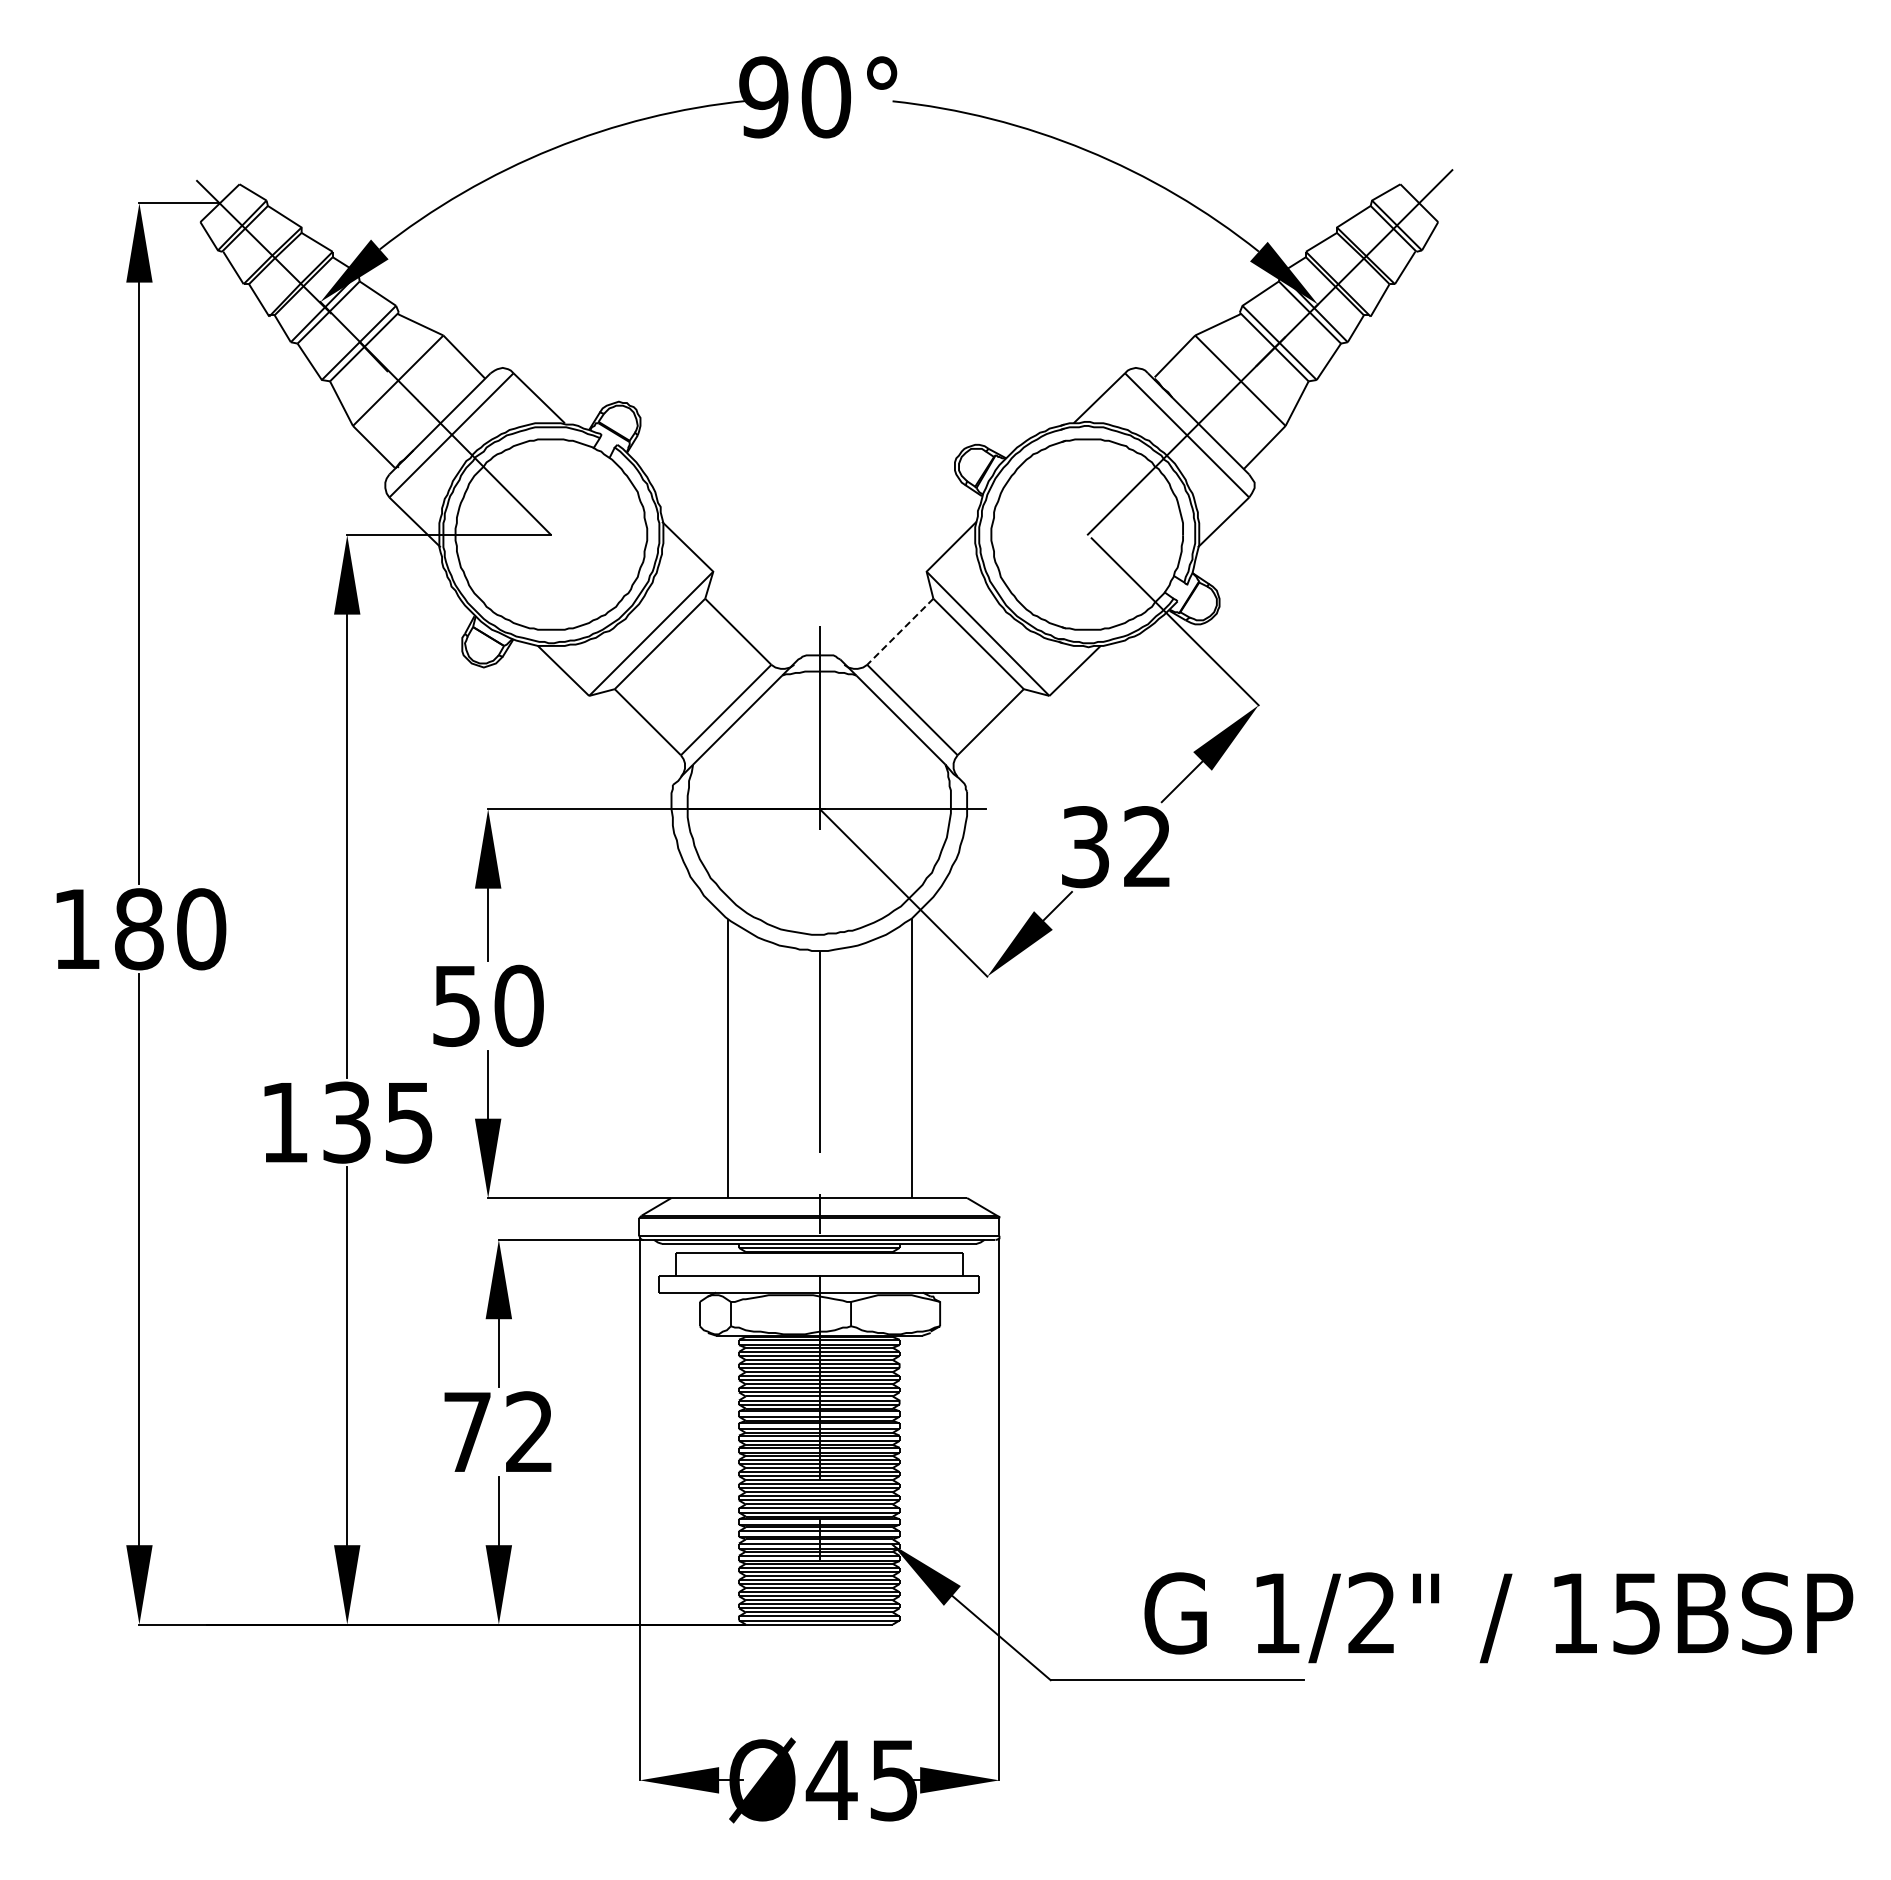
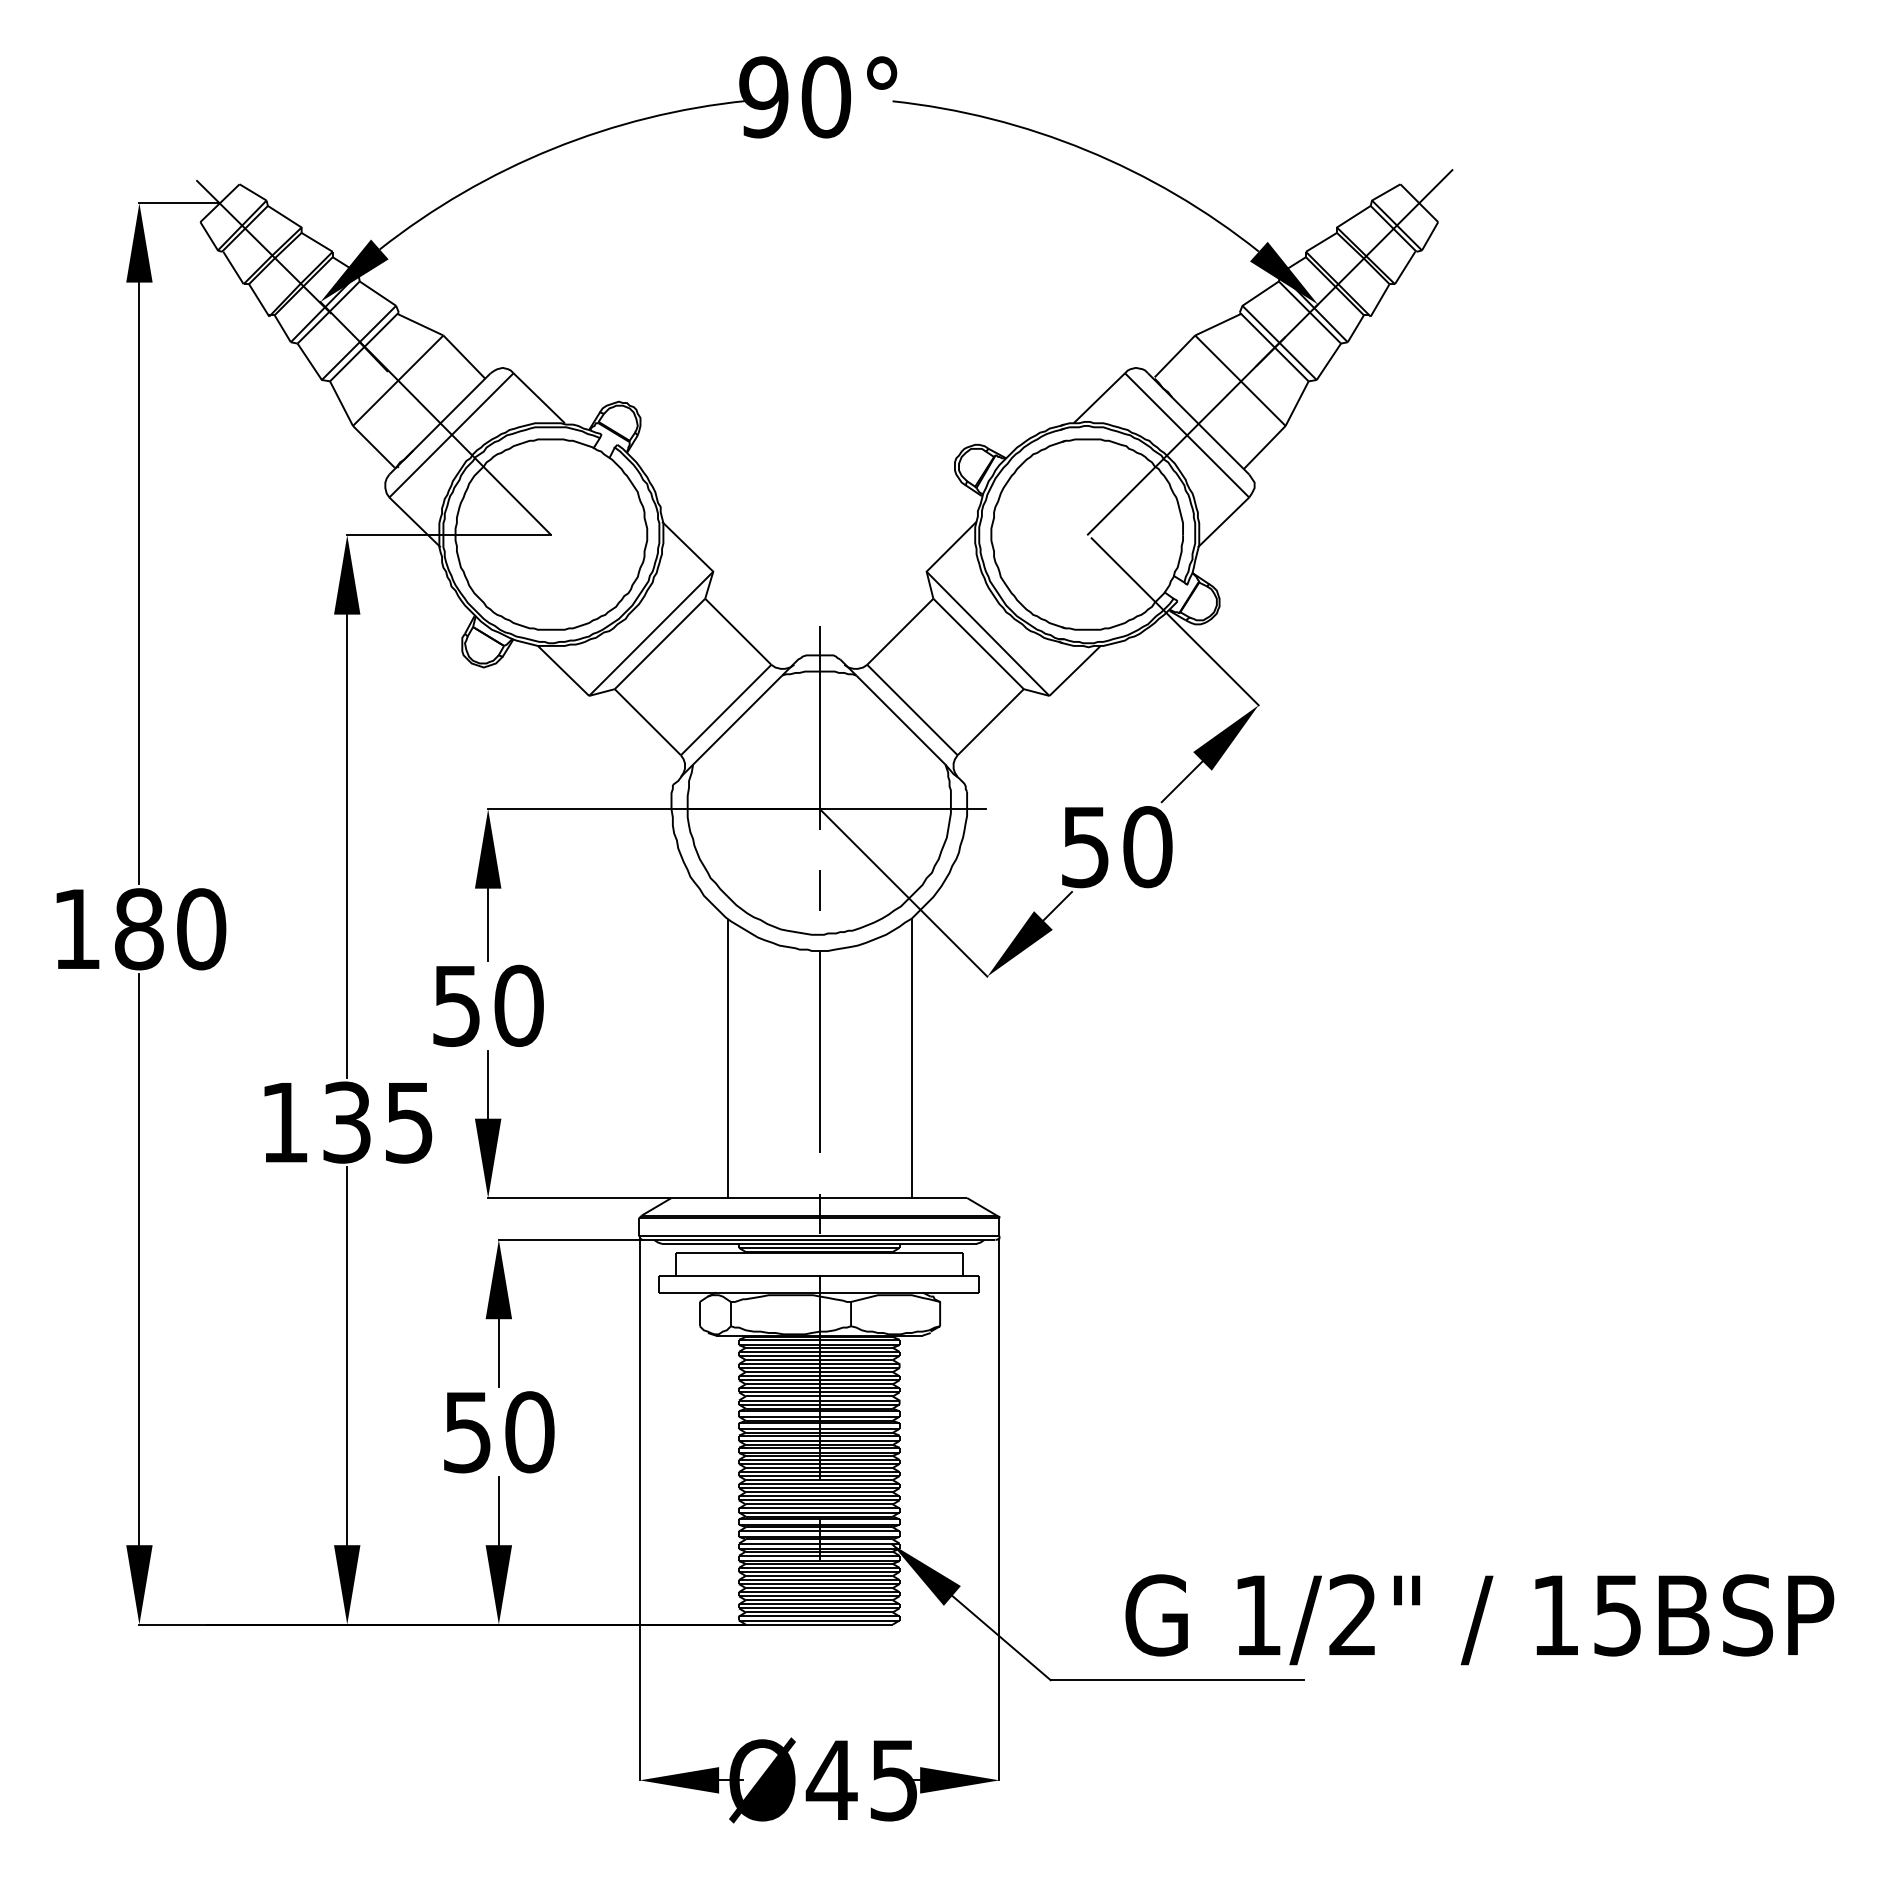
line at (900, 631): dashed -> solid
text at (1117, 847): 32 -> 50
line at (819, 890): none -> present
text at (499, 1432): 72 -> 50
text at (1498, 1617) position: (1498, 1617) -> (1479, 1619)
